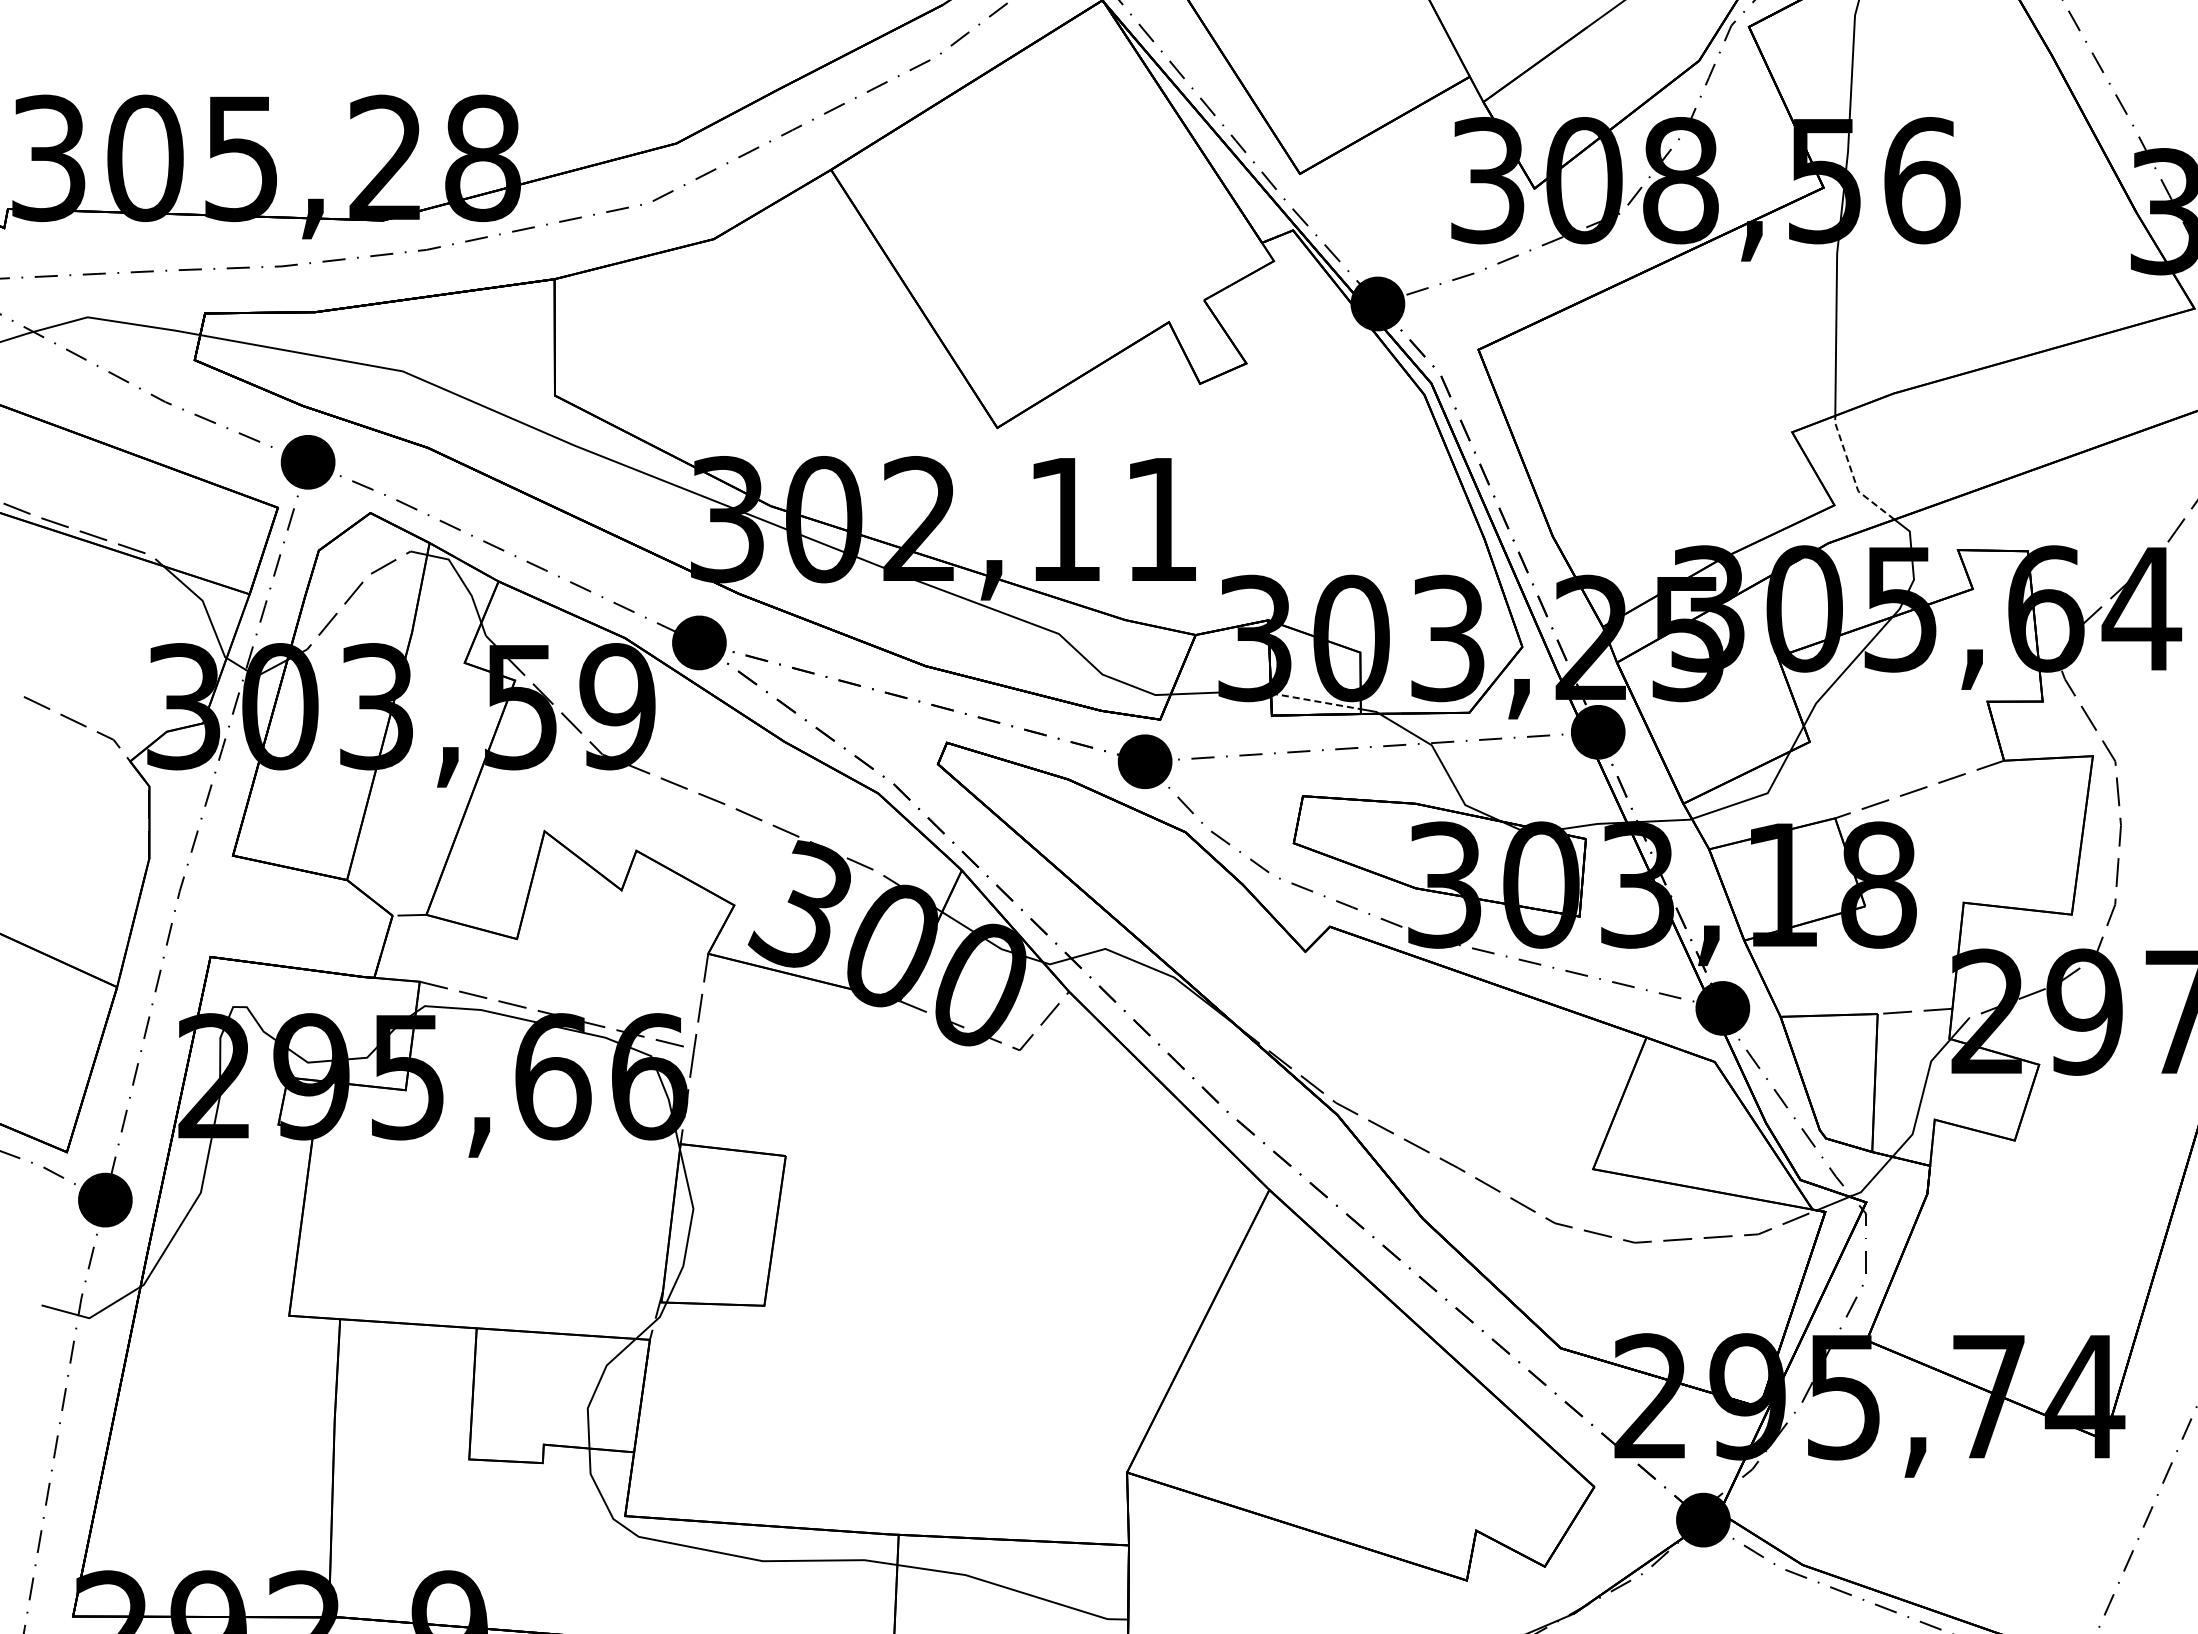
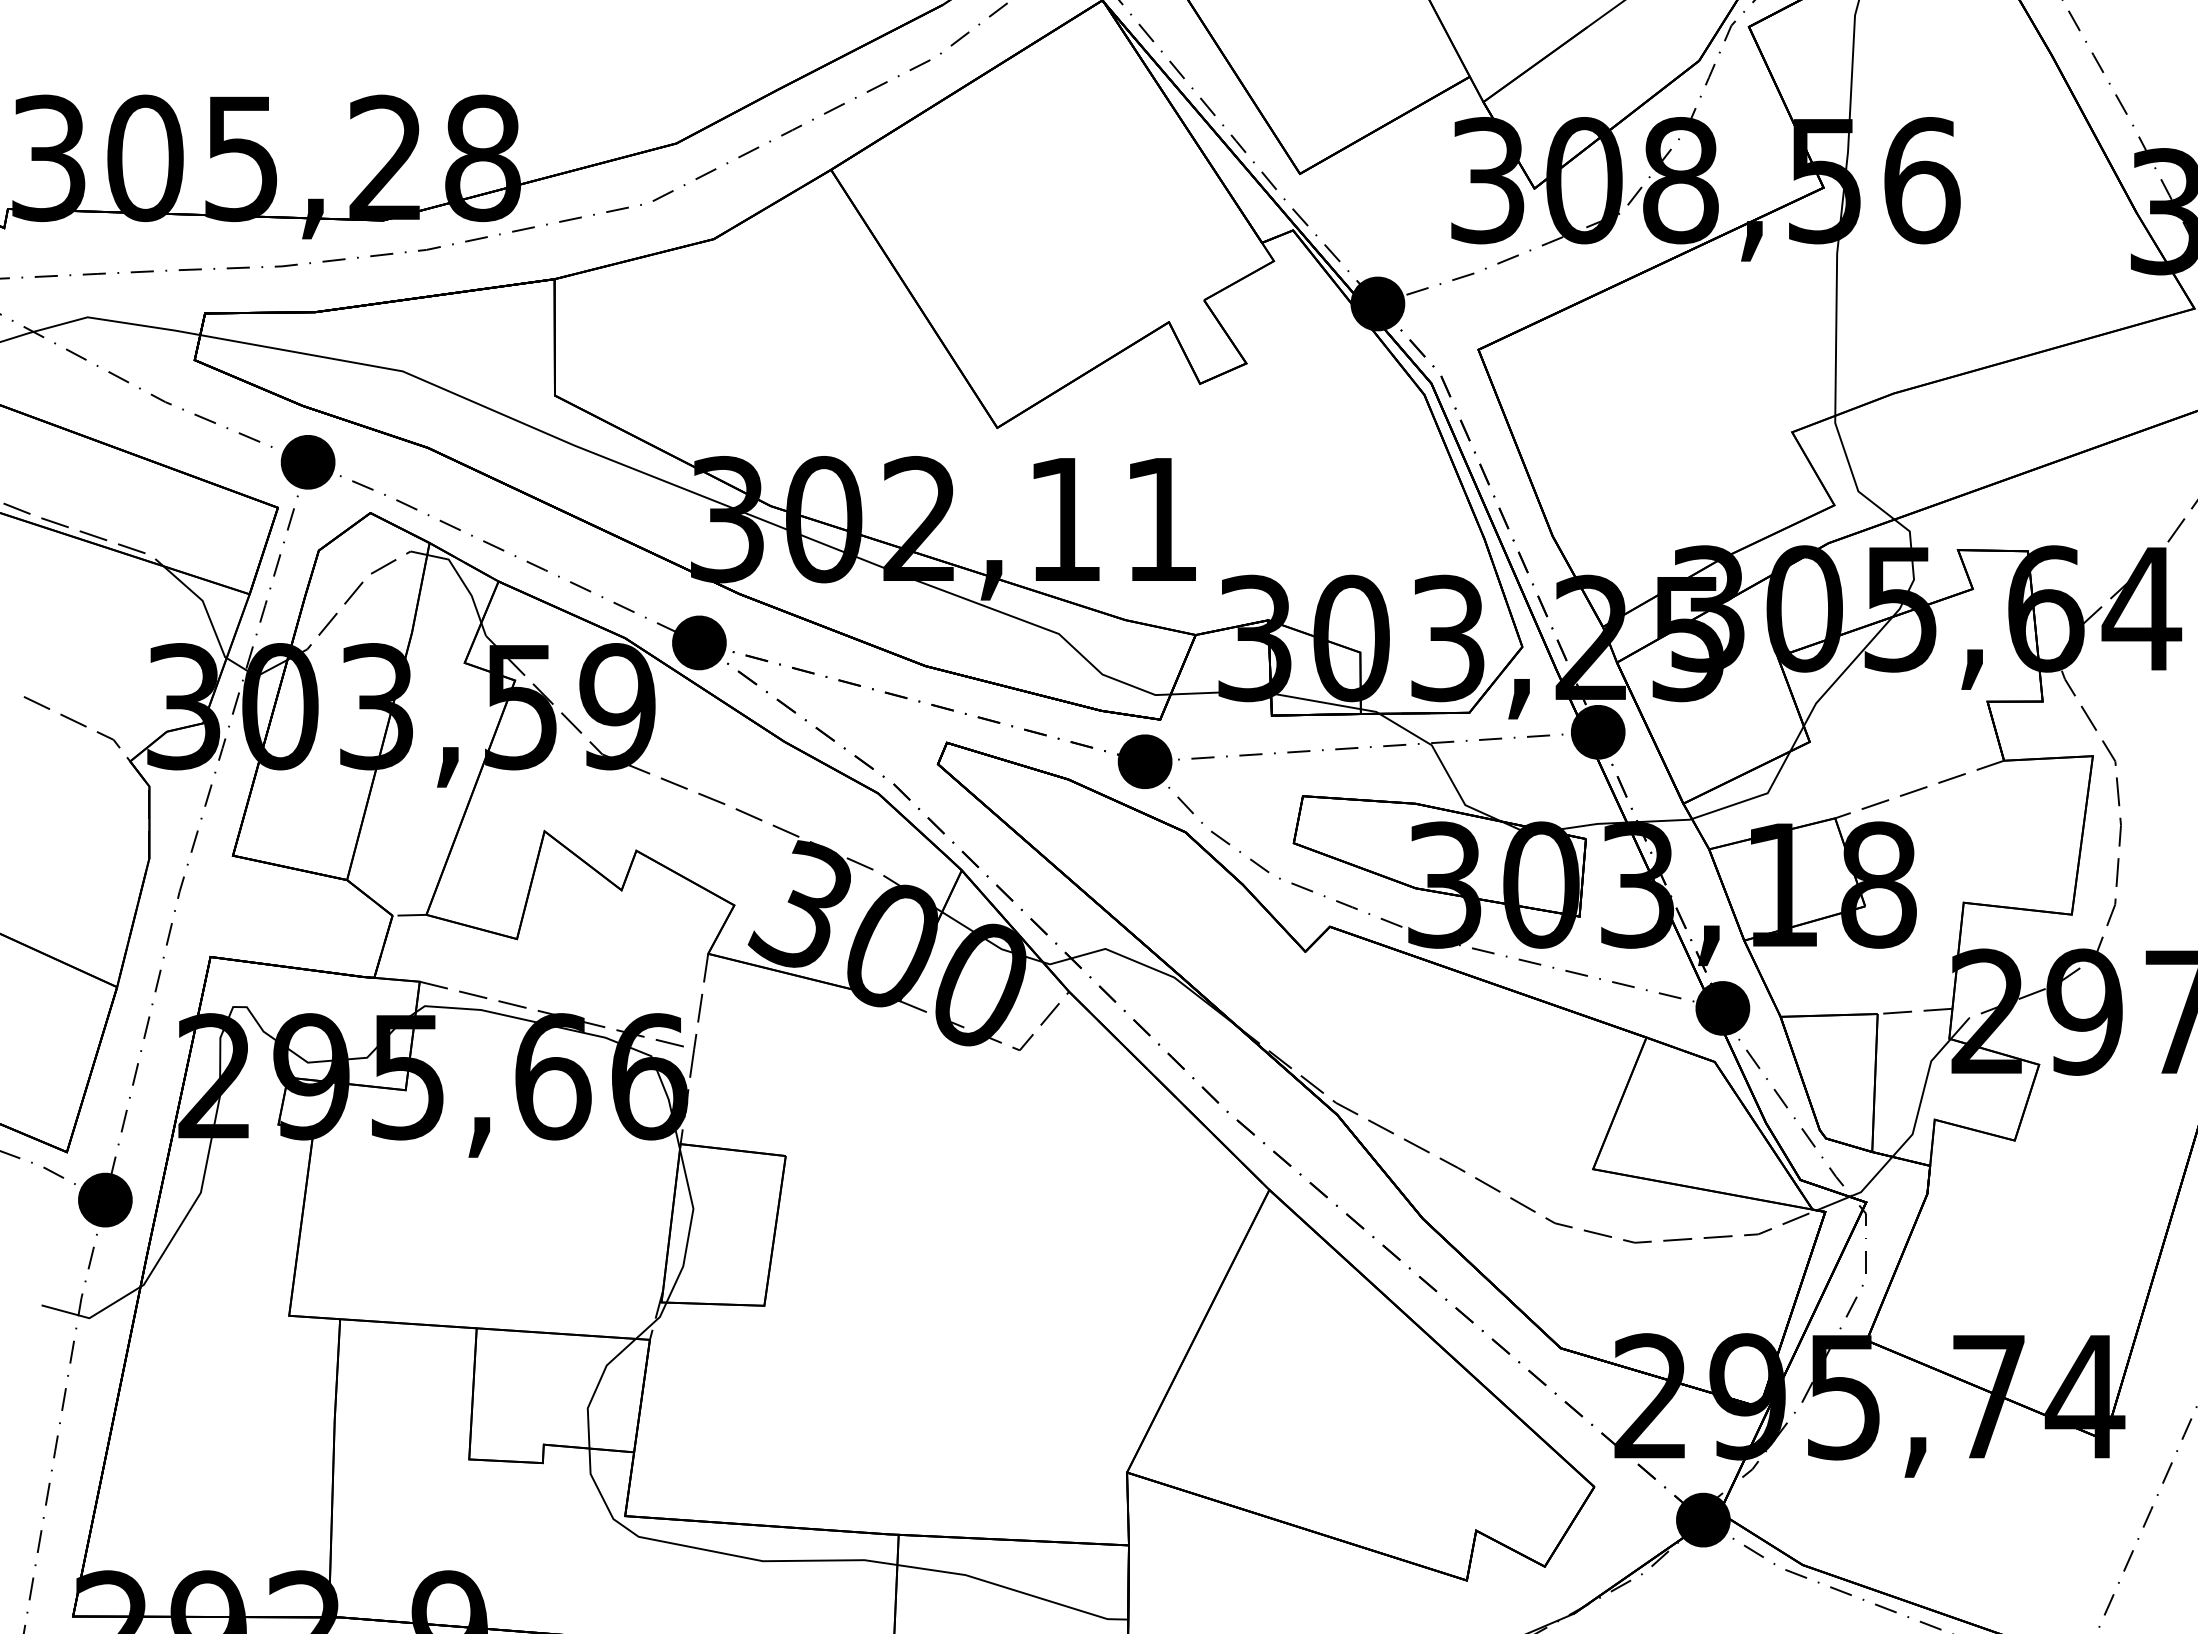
line at (1852, 474): dashed -> solid
line at (1315, 701): dashed -> solid
